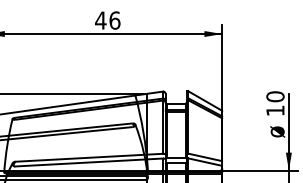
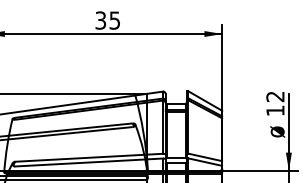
text at (107, 20): 46 -> 35
text at (275, 96): 10 -> 12
